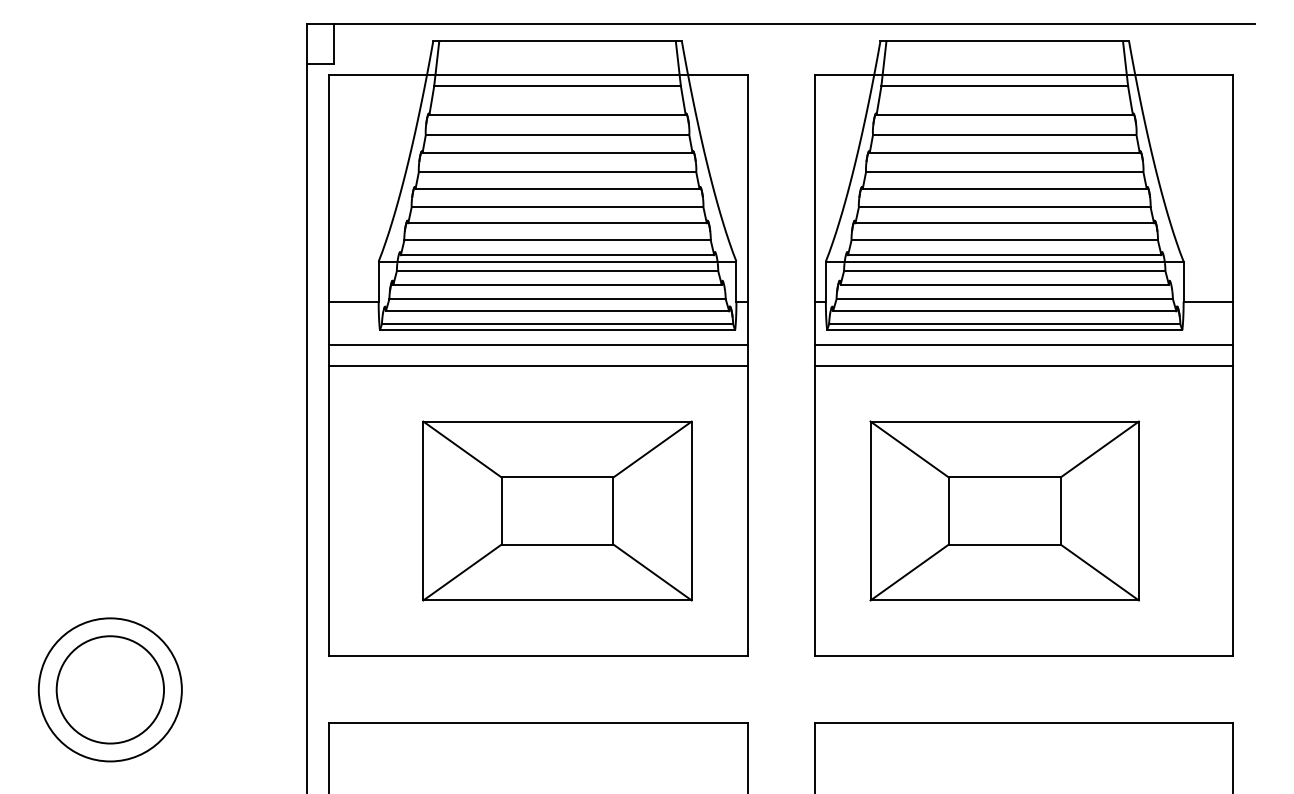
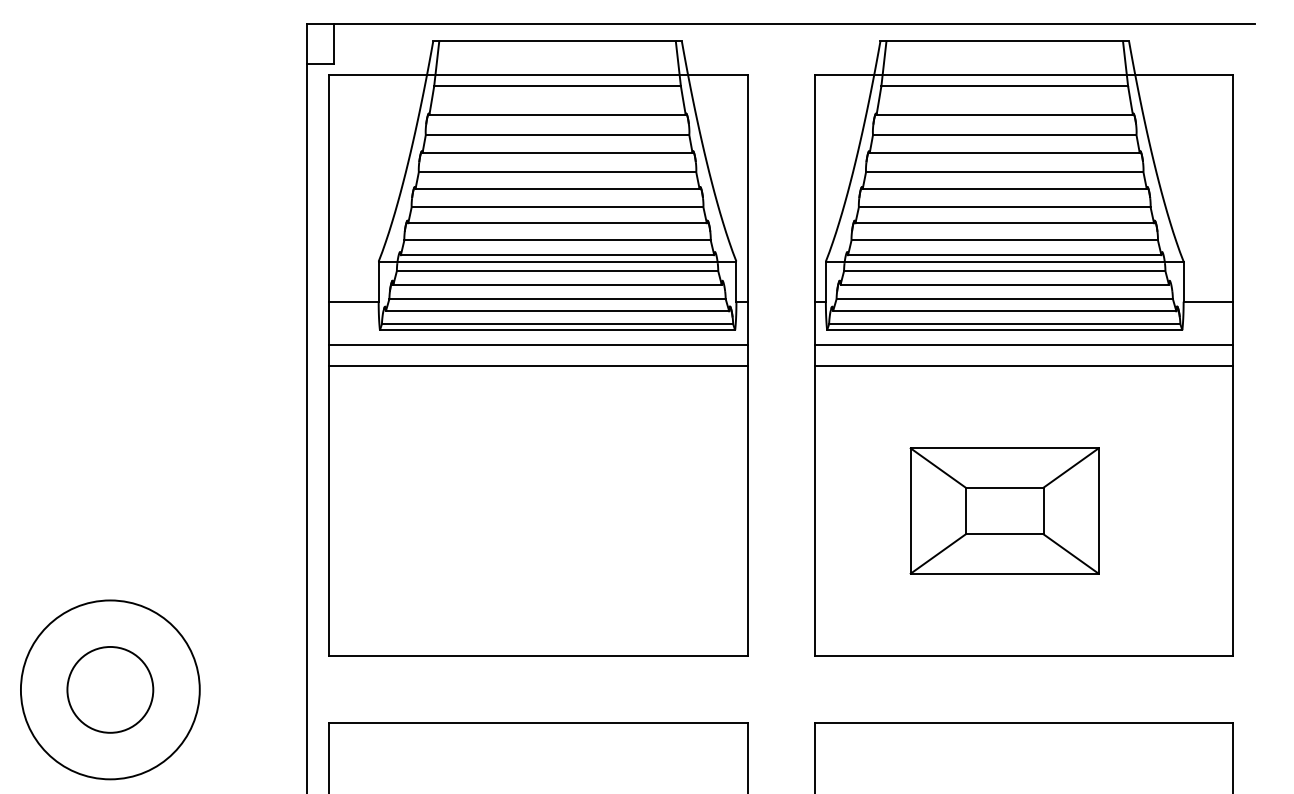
part at (557, 510): present -> none
part at (1004, 510) size: 271x182 px -> 191x128 px
circle at (109, 689) diameter: 143 px -> 179 px
circle at (110, 689) diameter: 107 px -> 86 px
